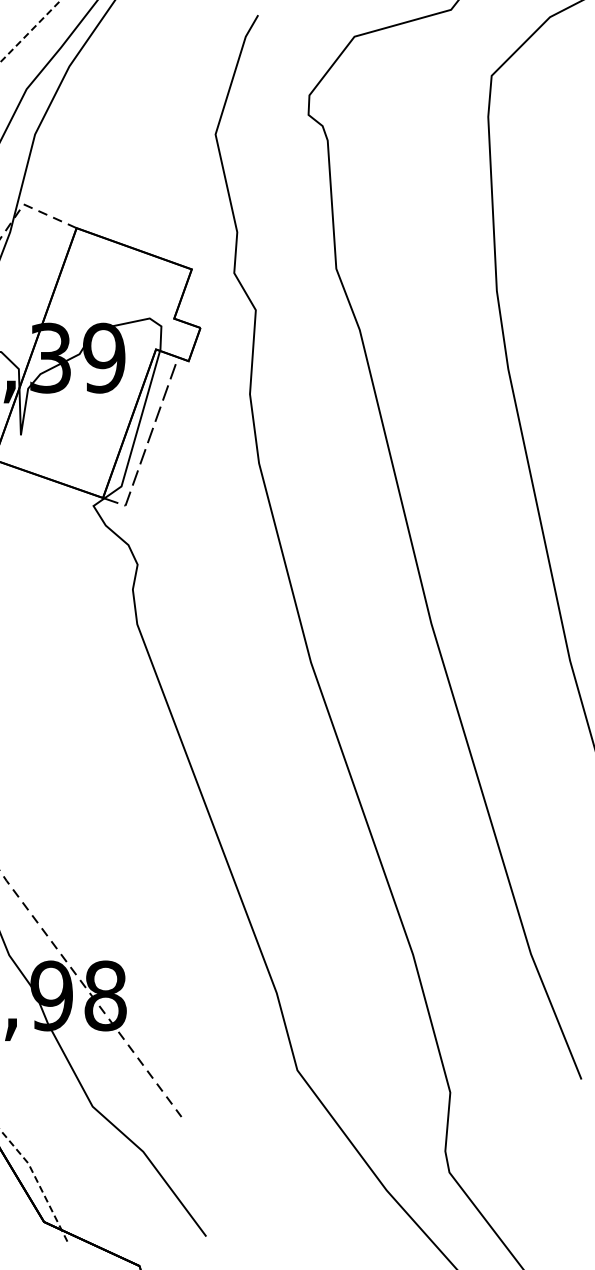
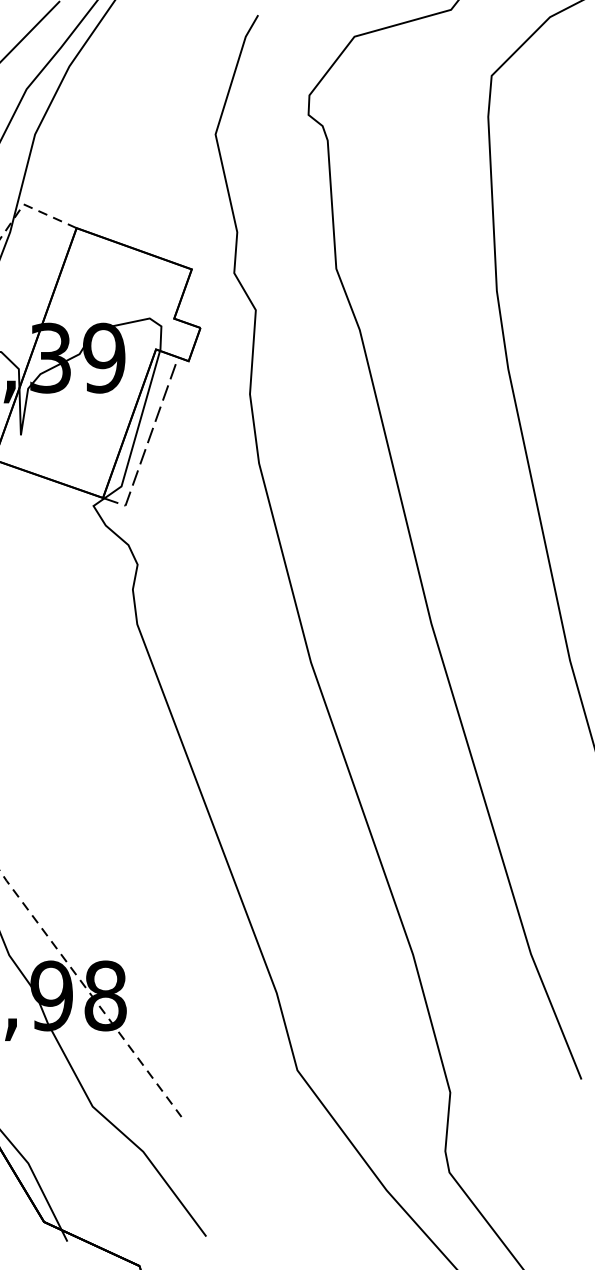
line at (30, 31): dashed -> solid
line at (37, 1182): dashed -> solid
